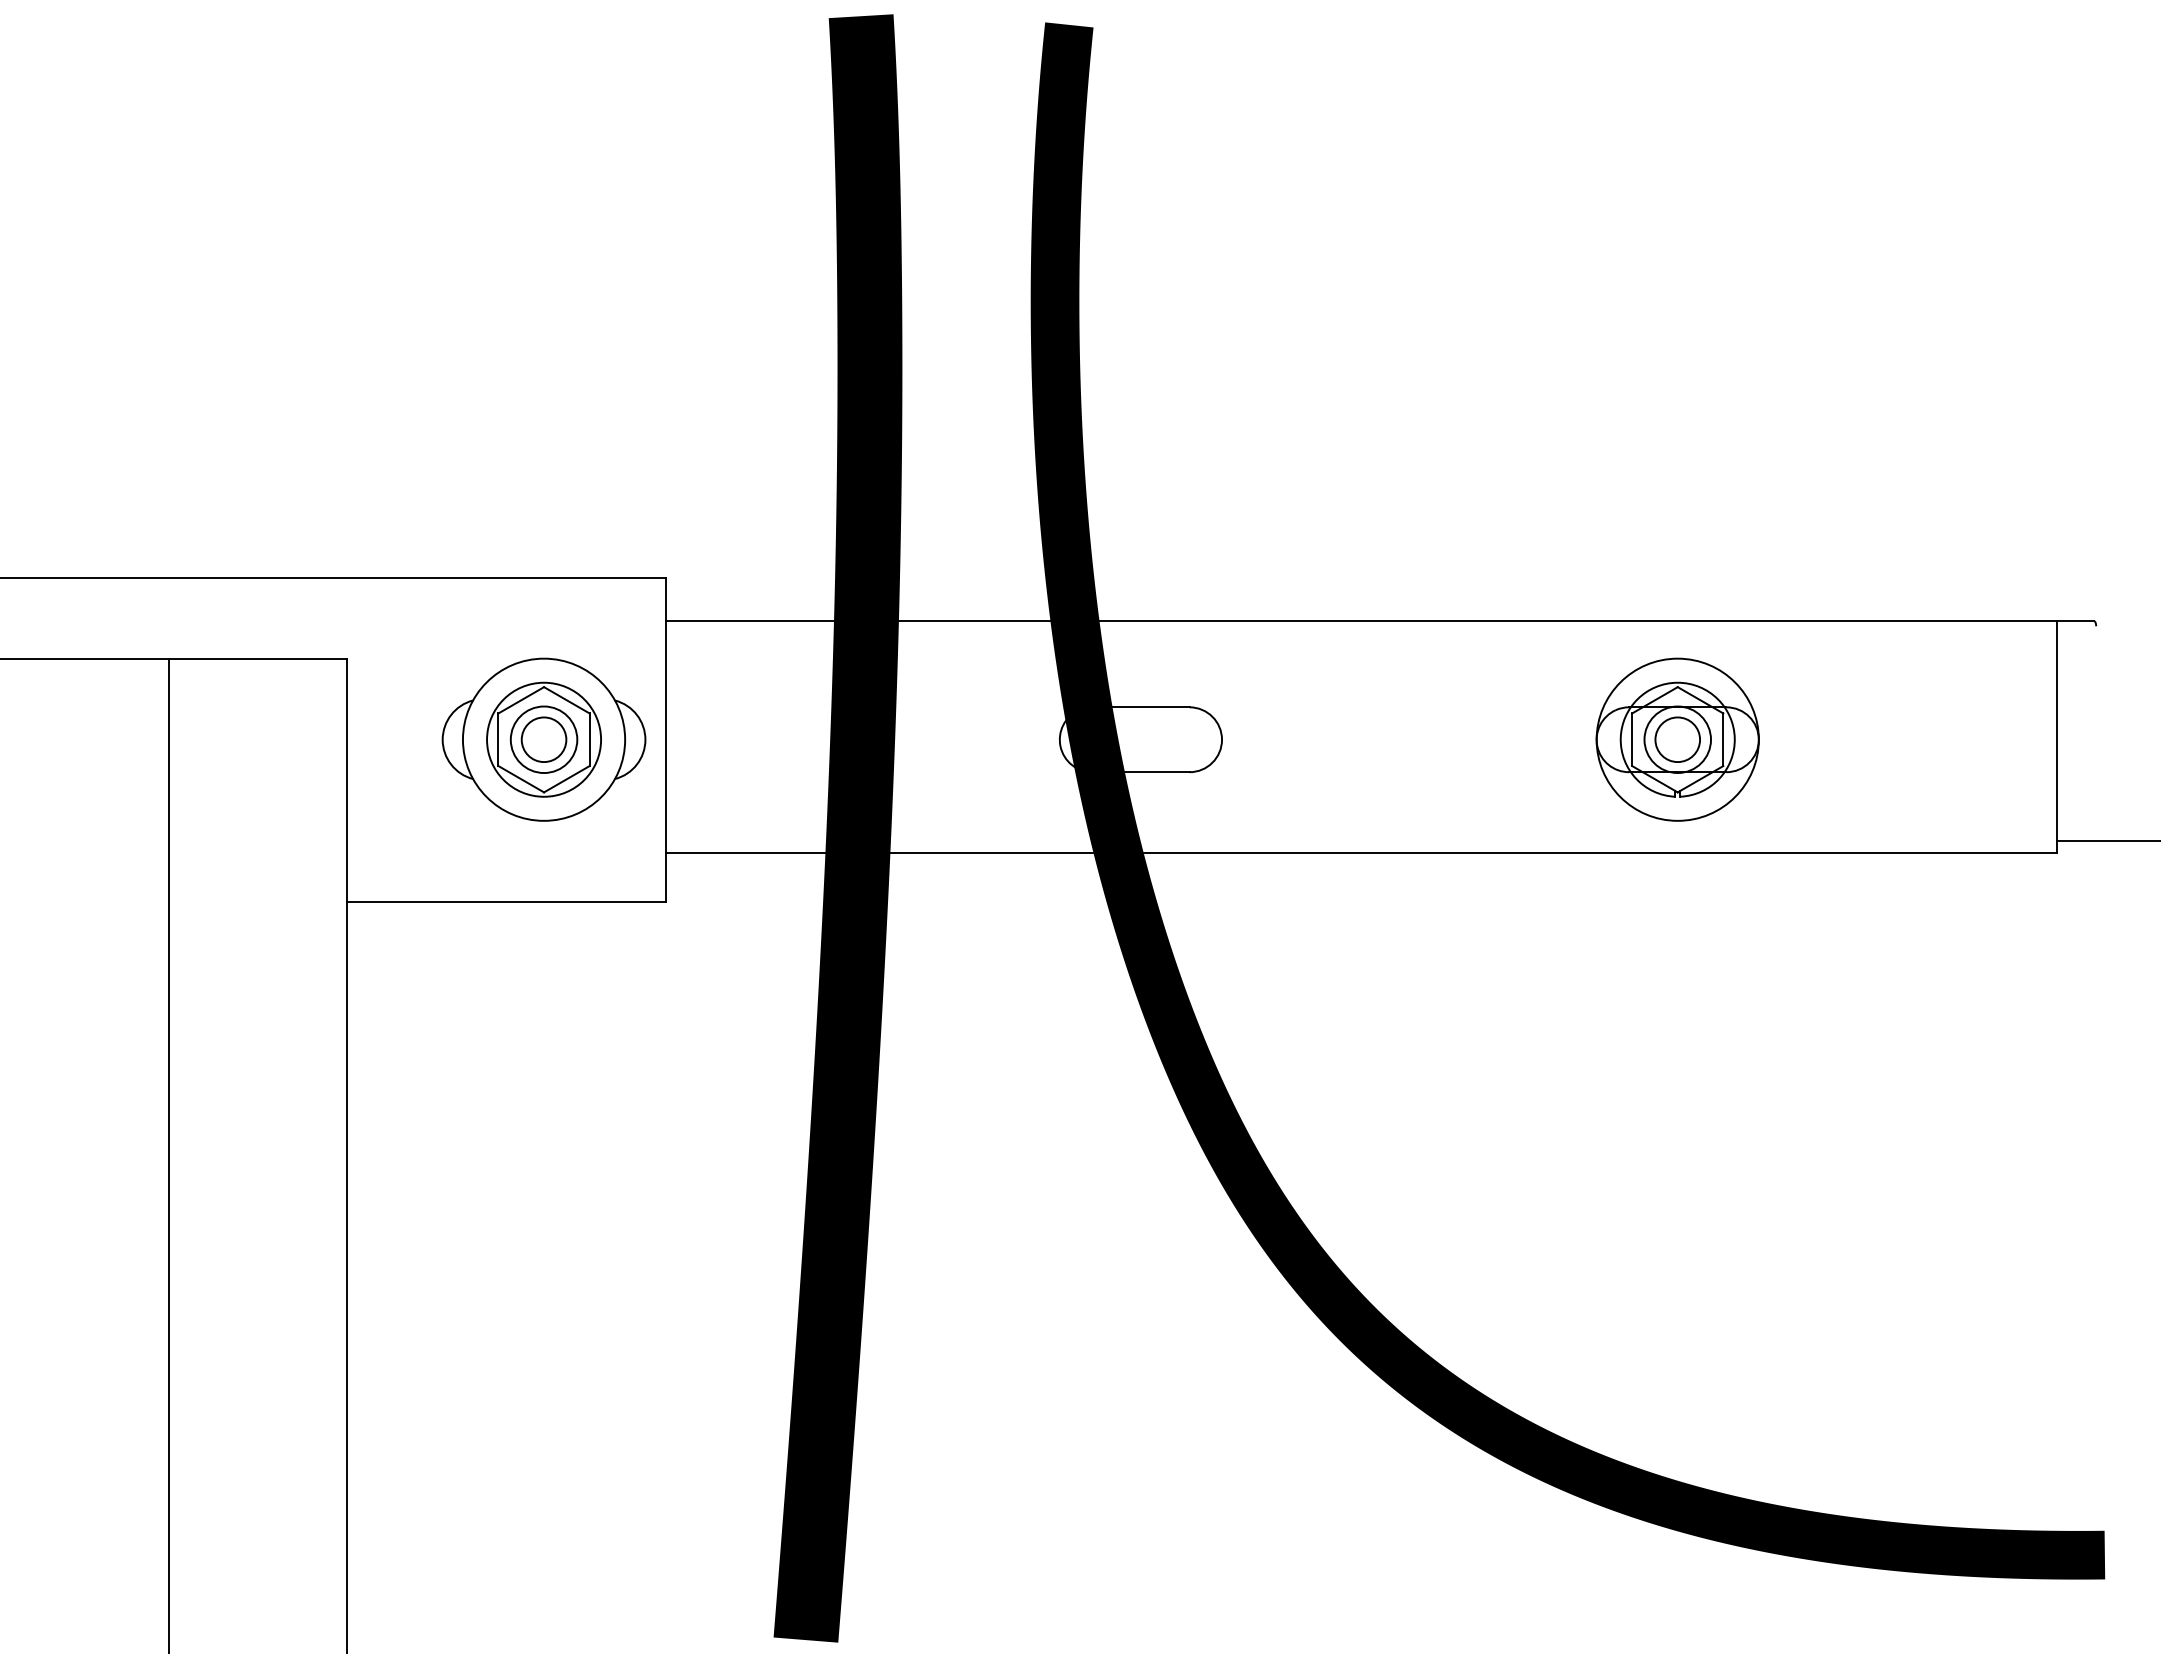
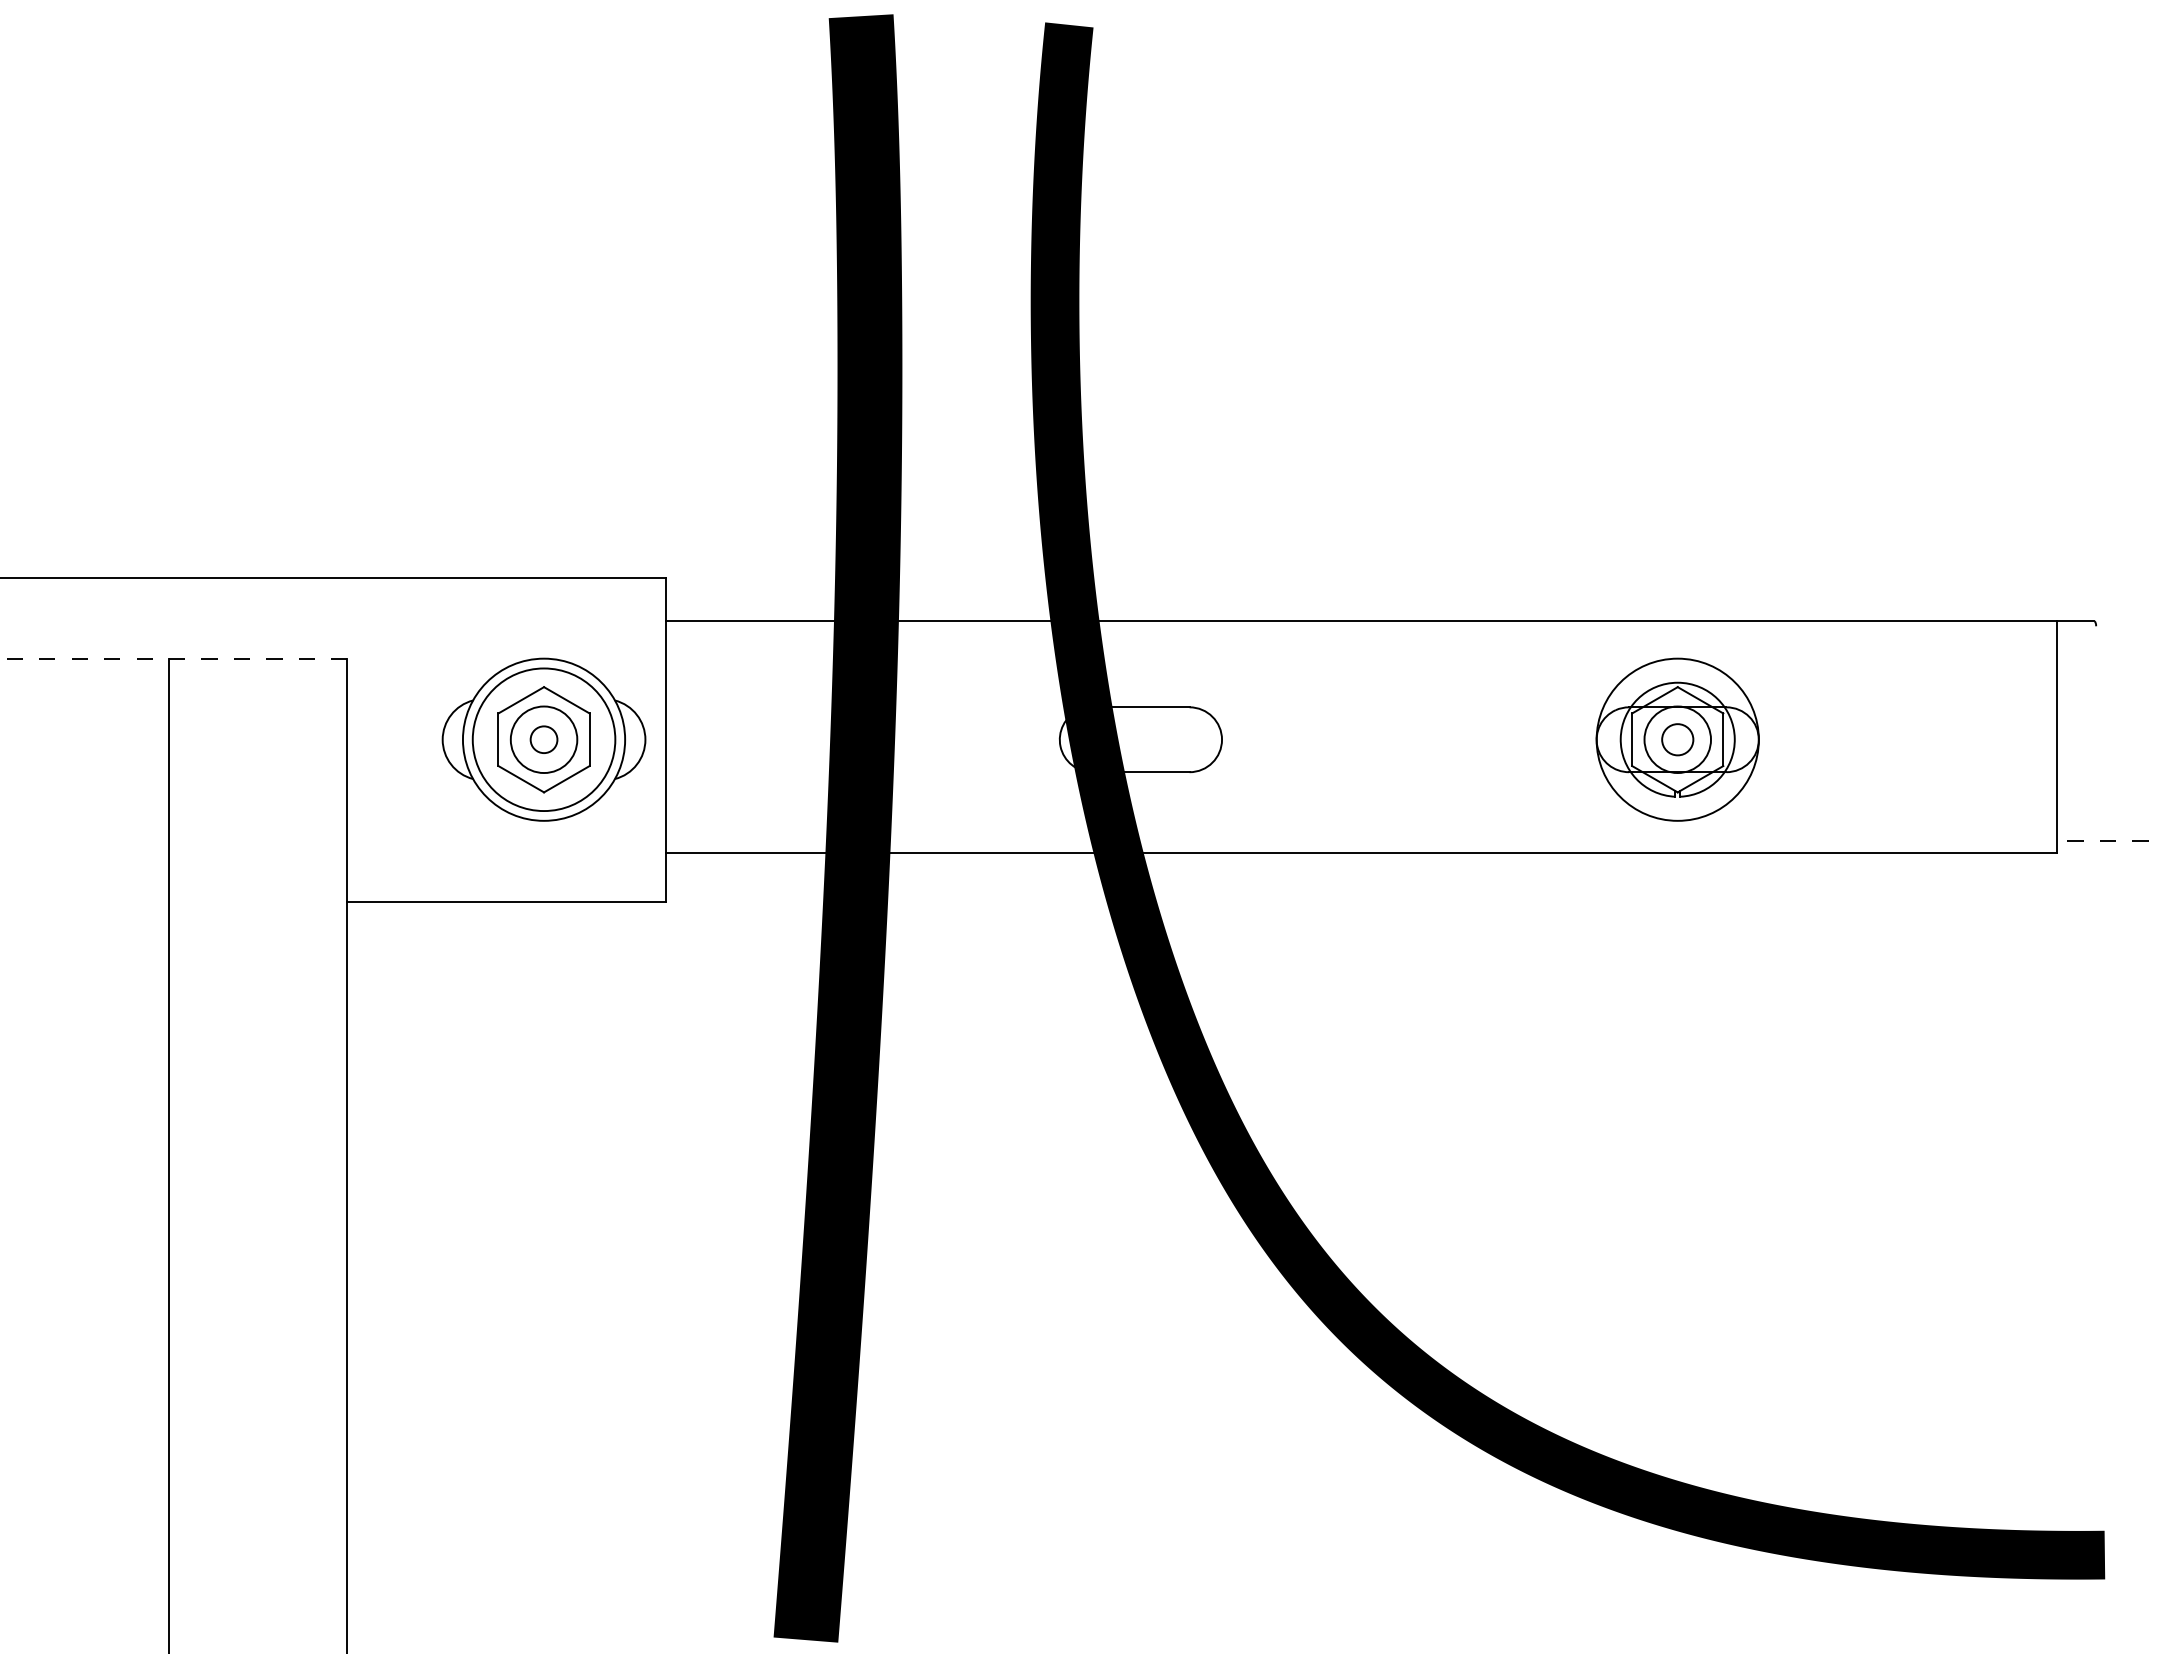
line at (173, 658): solid -> dashed
circle at (543, 739) diameter: 45 px -> 27 px
circle at (544, 739) diameter: 114 px -> 143 px
circle at (1677, 739) diameter: 45 px -> 31 px
line at (2108, 841): solid -> dashed
